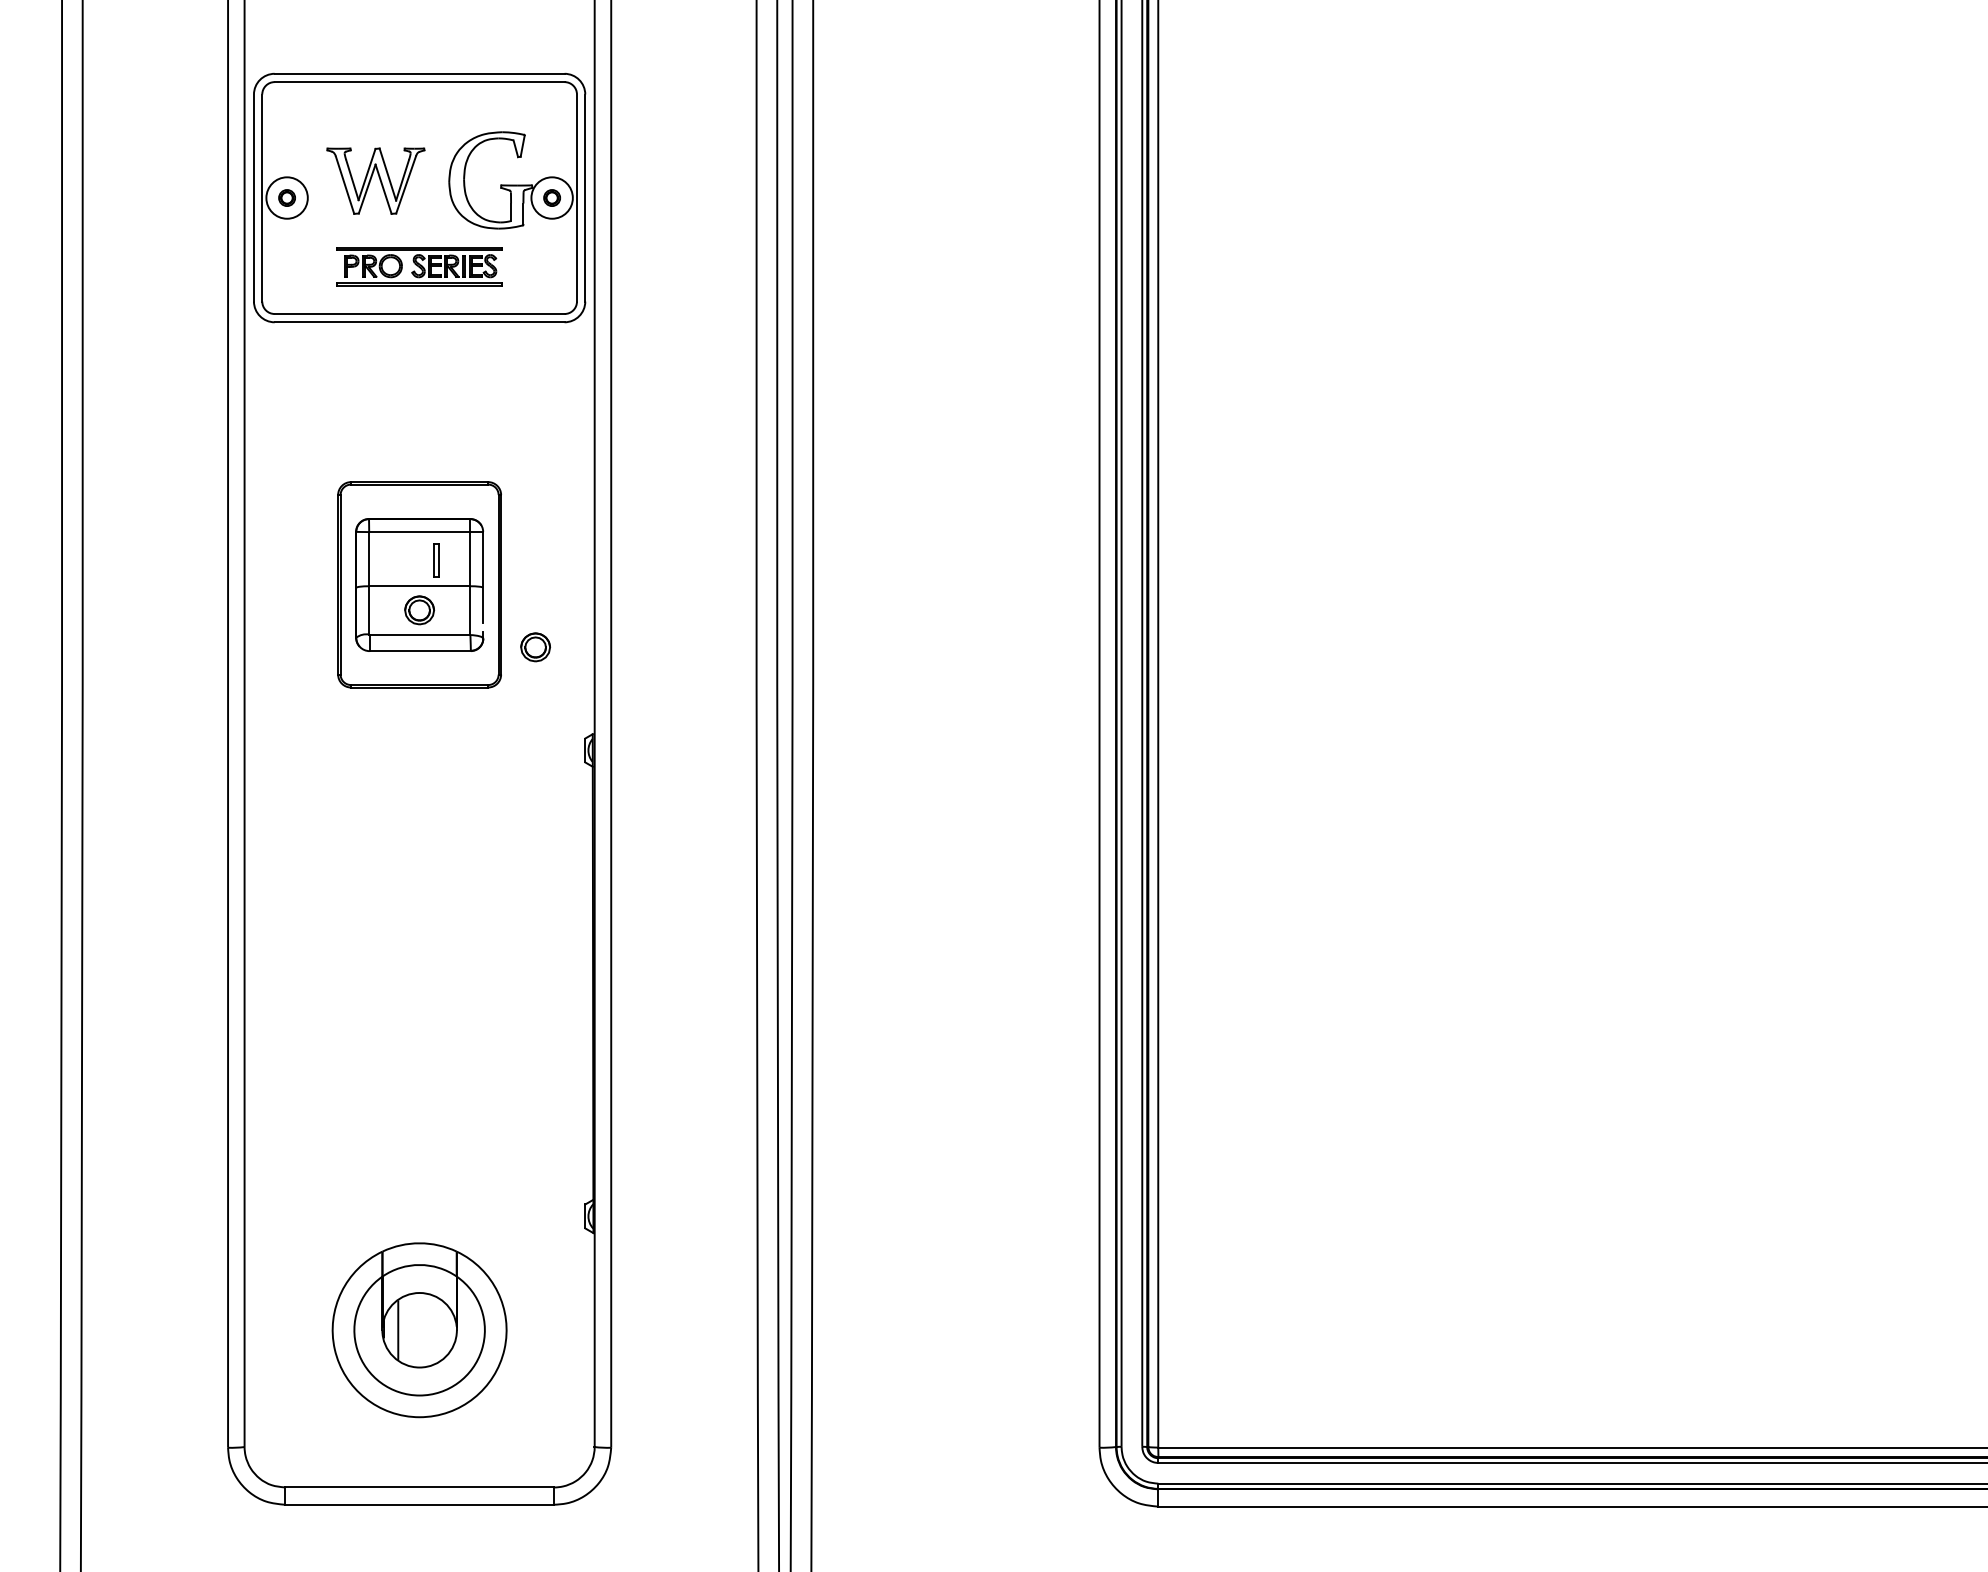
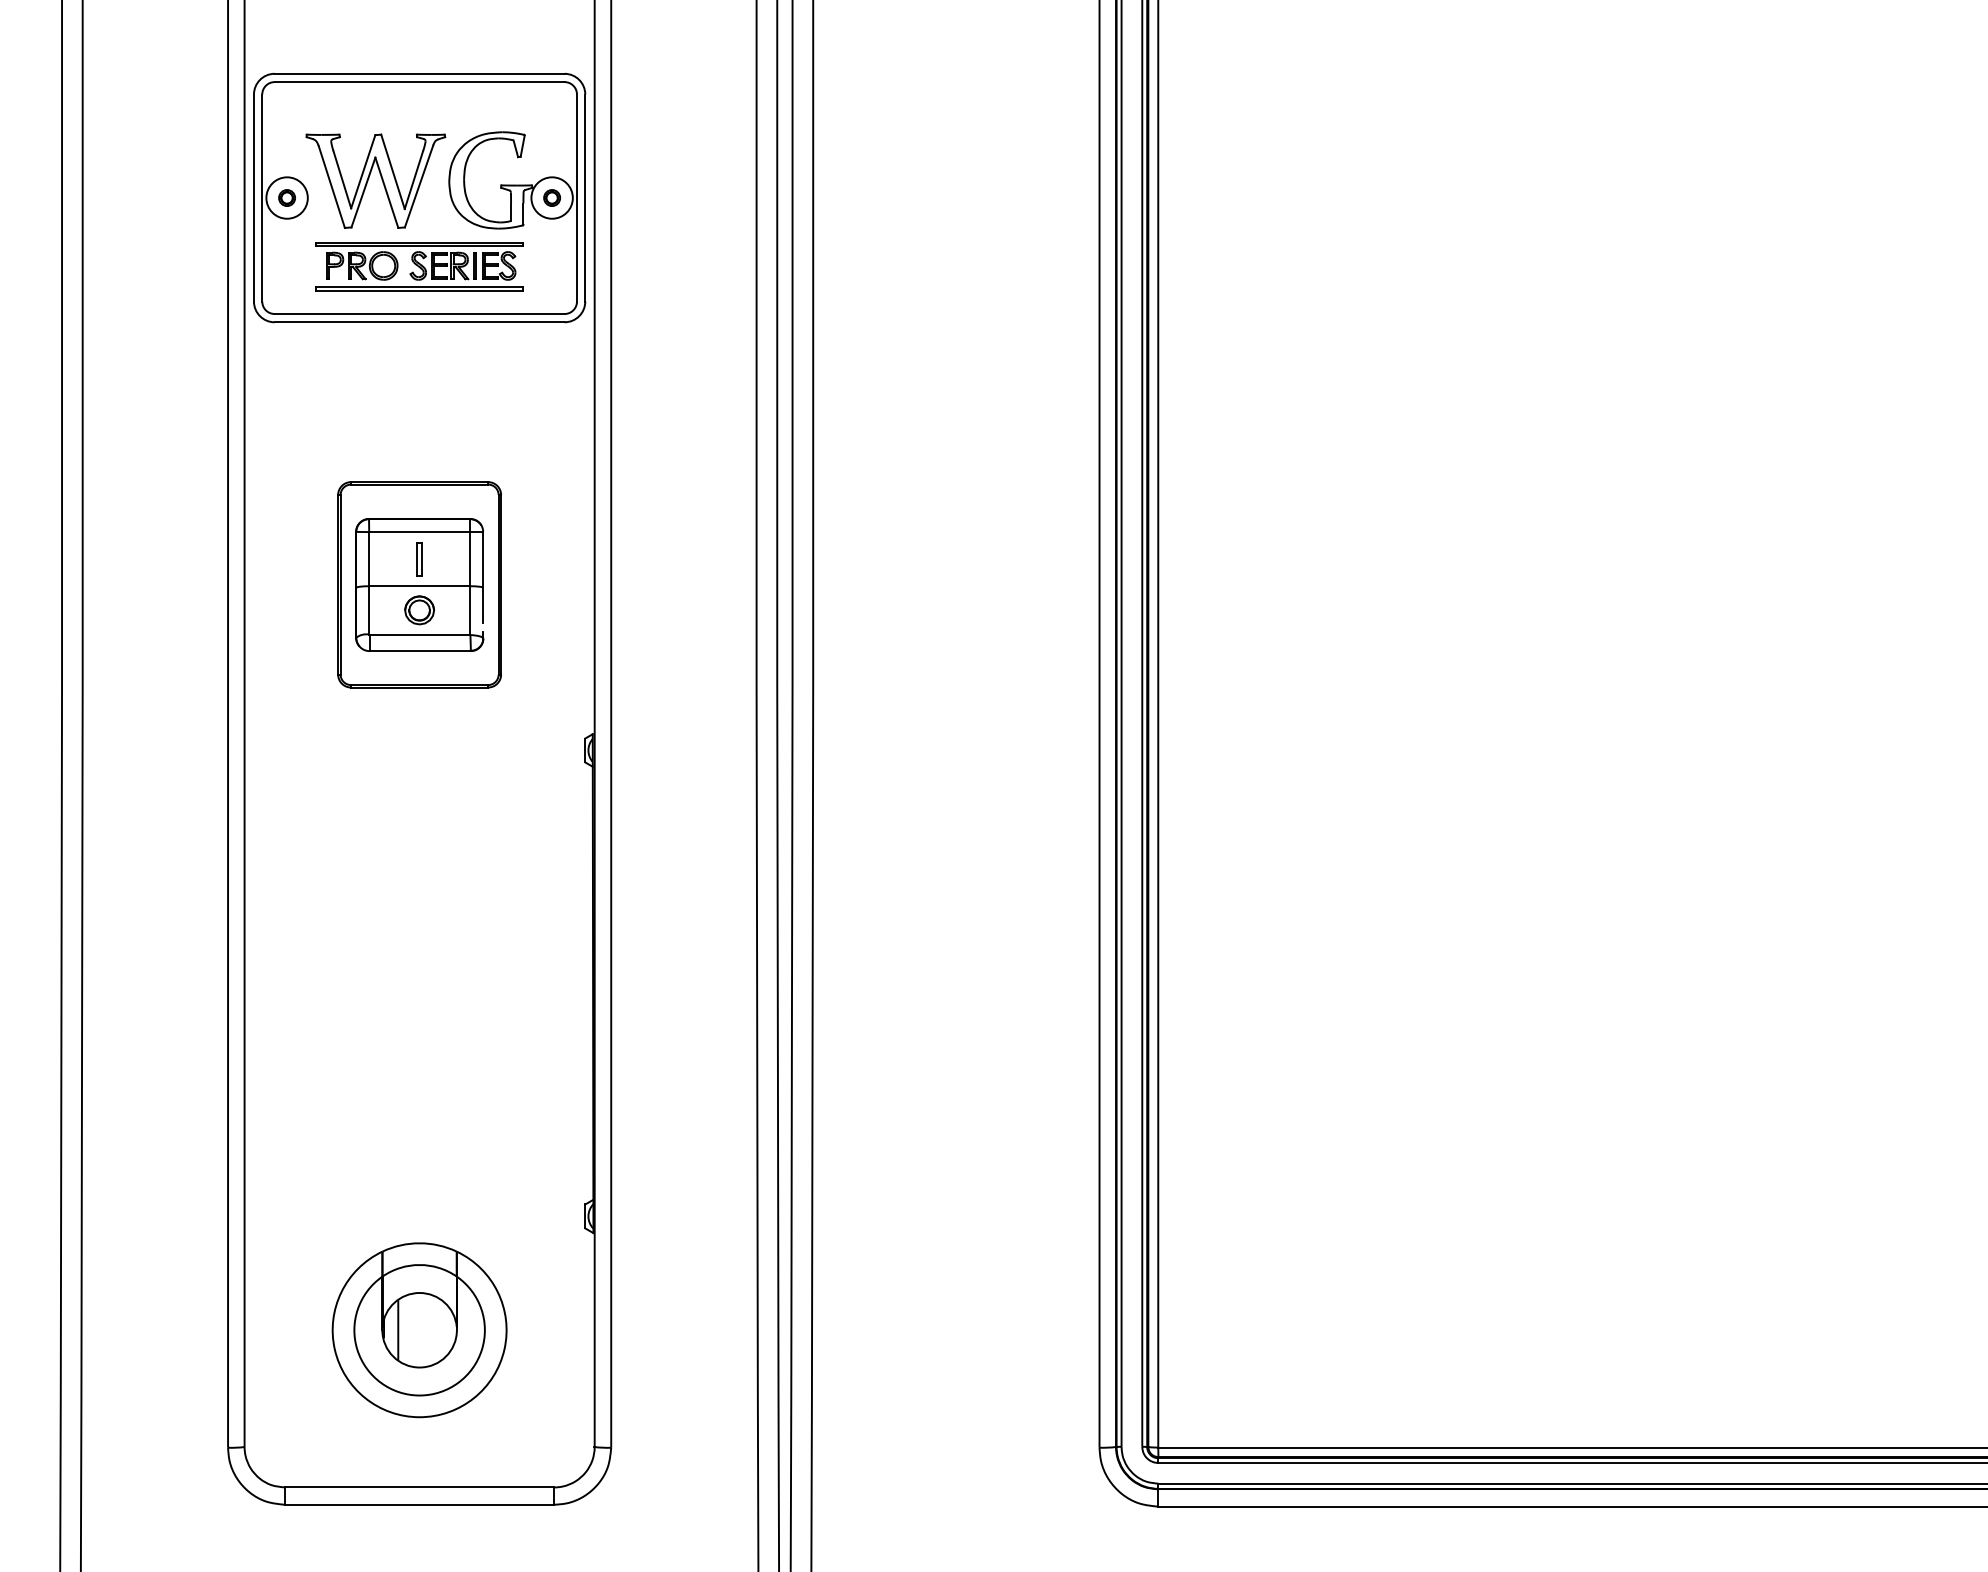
part at (375, 180) size: 100x68 px -> 142x96 px
part at (419, 266) size: 167x40 px -> 209x50 px
part at (436, 560) position: (436, 560) -> (419, 559)
part at (535, 647): present -> none
